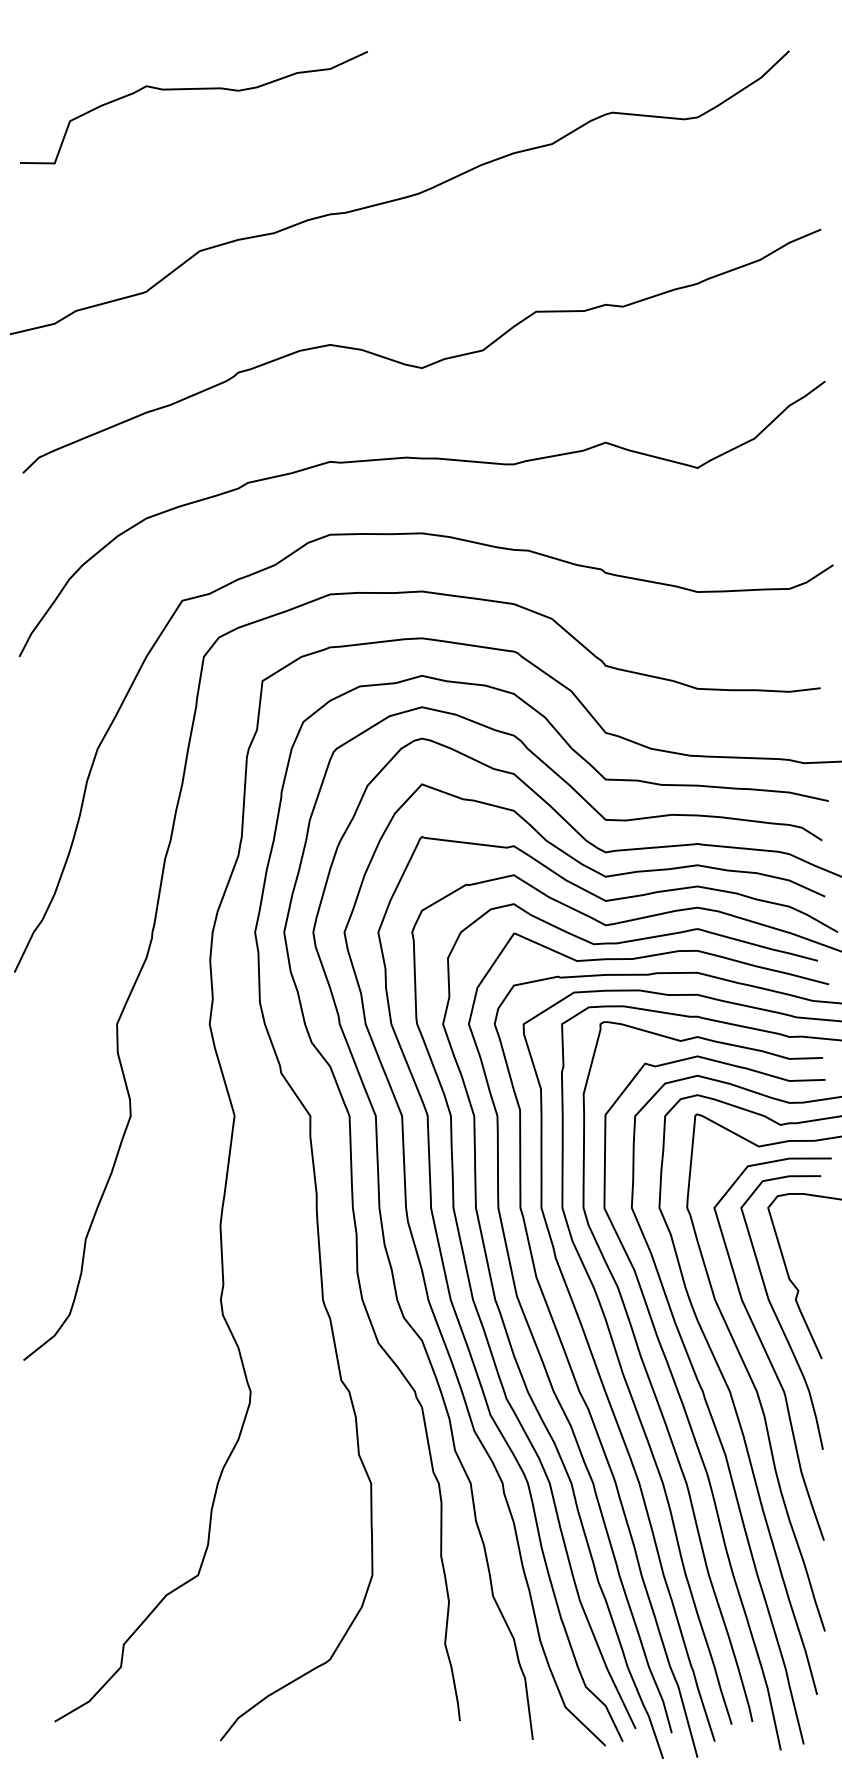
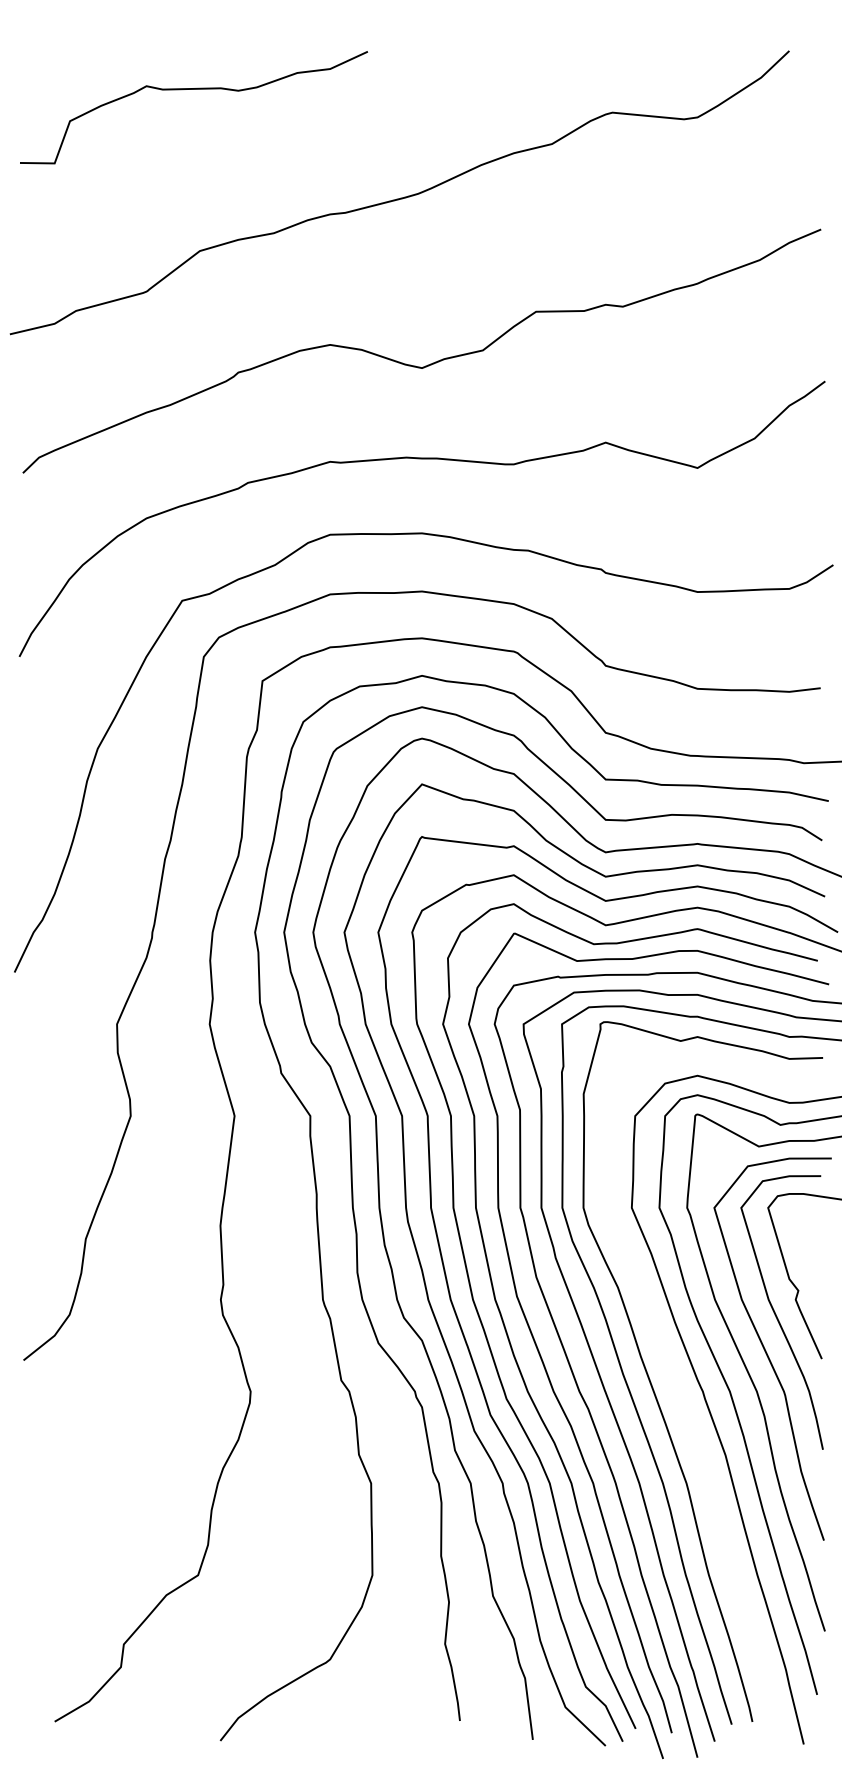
curve at (686, 1411): present -> none
